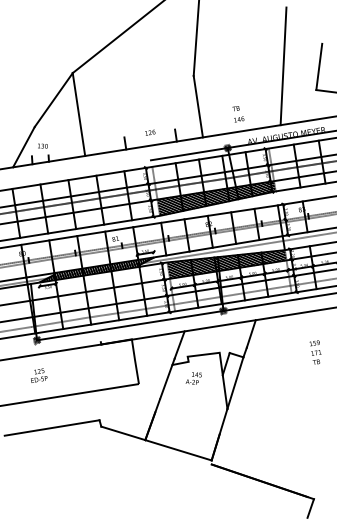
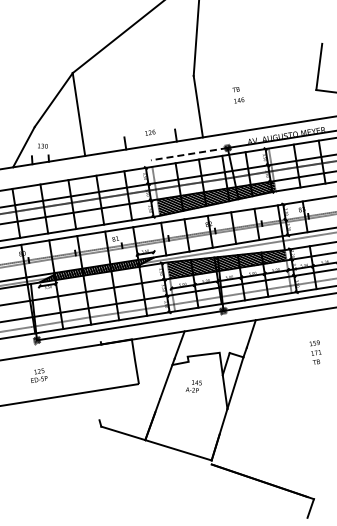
line at (283, 66): present -> none
text at (238, 114) position: (238, 114) -> (238, 95)
line at (189, 154): solid -> dashed
text at (193, 378) position: (193, 378) -> (193, 386)
line at (51, 427): present -> none
